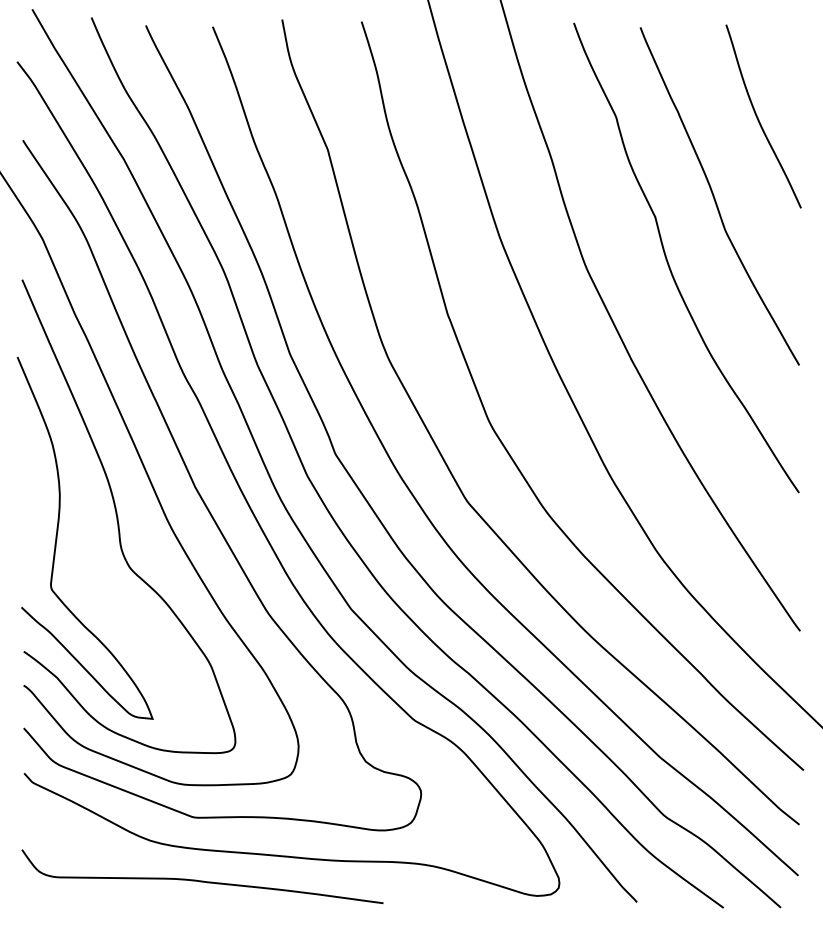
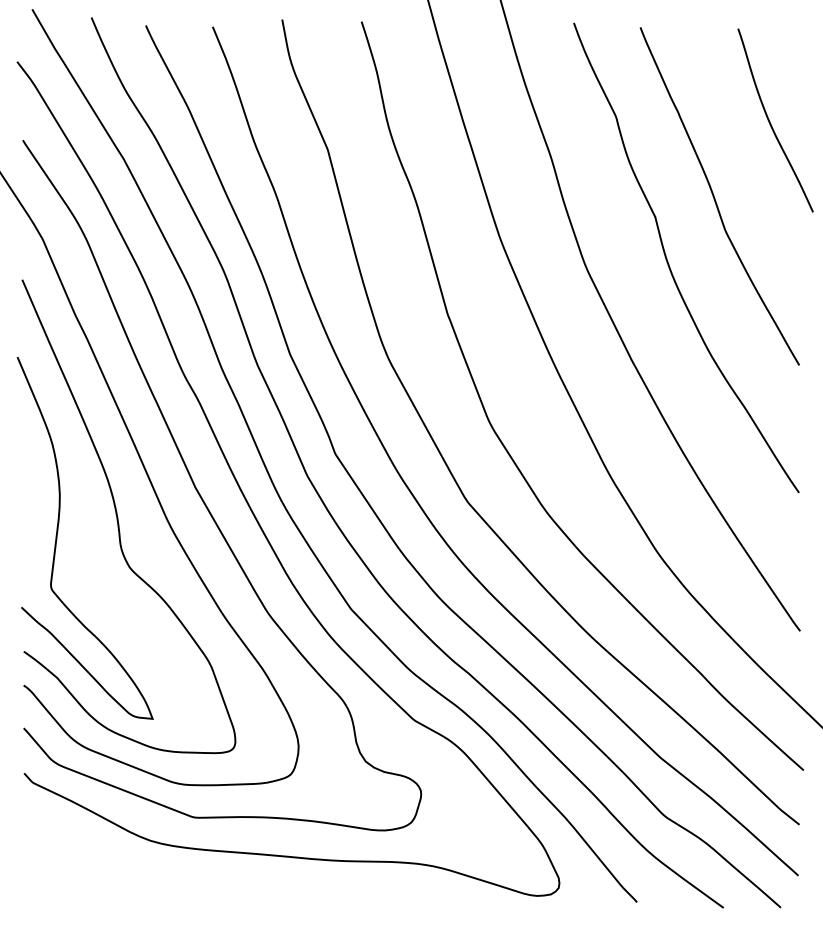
curve at (759, 119) position: (759, 119) -> (771, 123)
curve at (202, 880): present -> none
